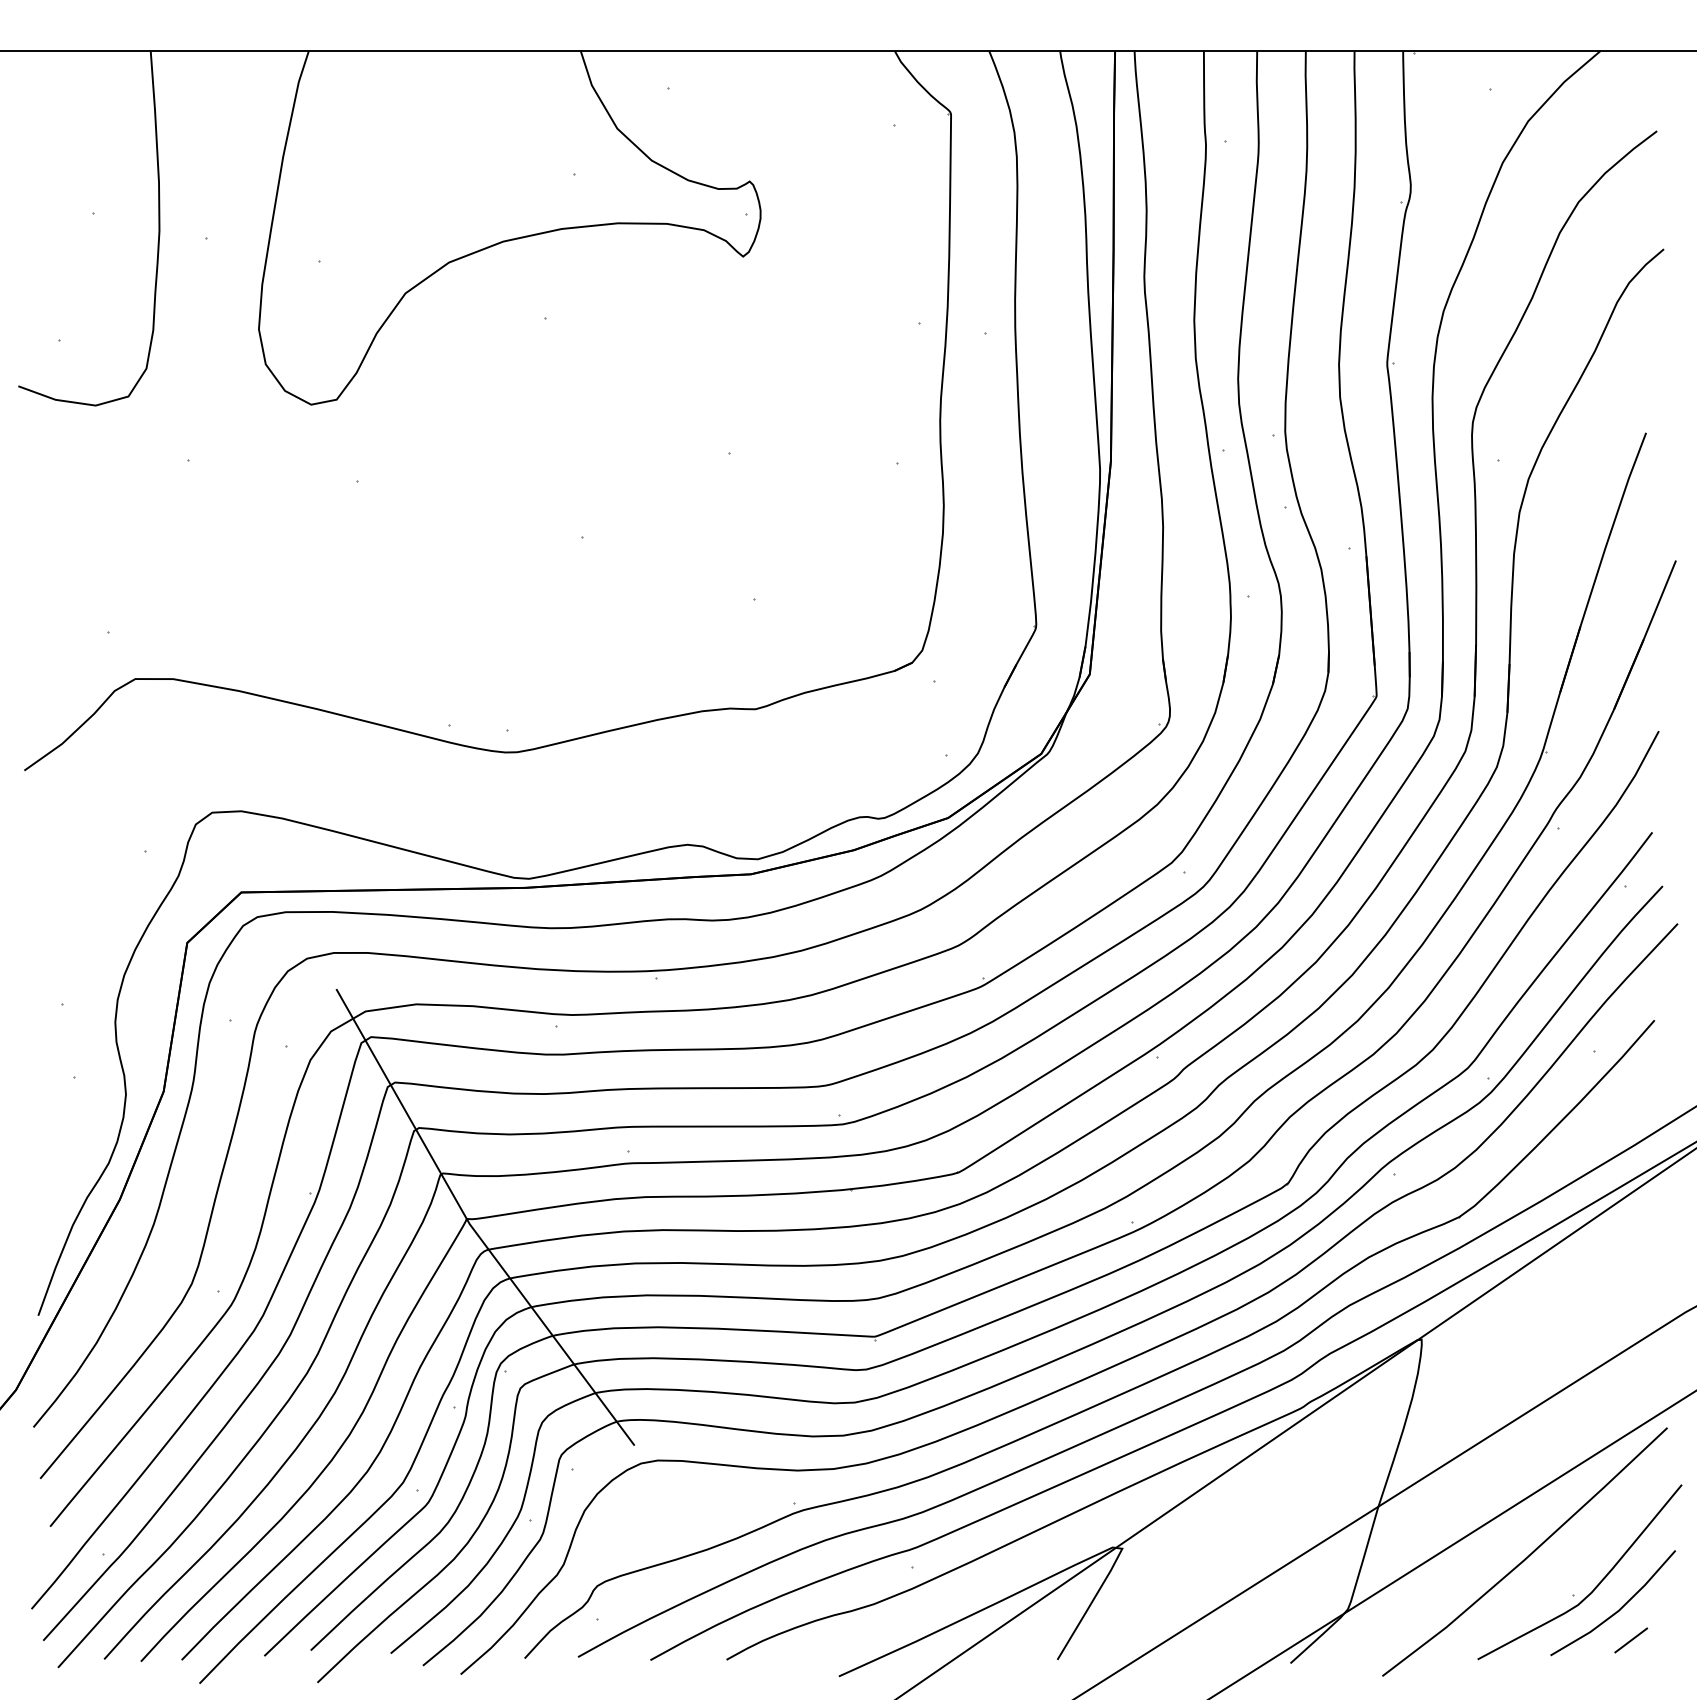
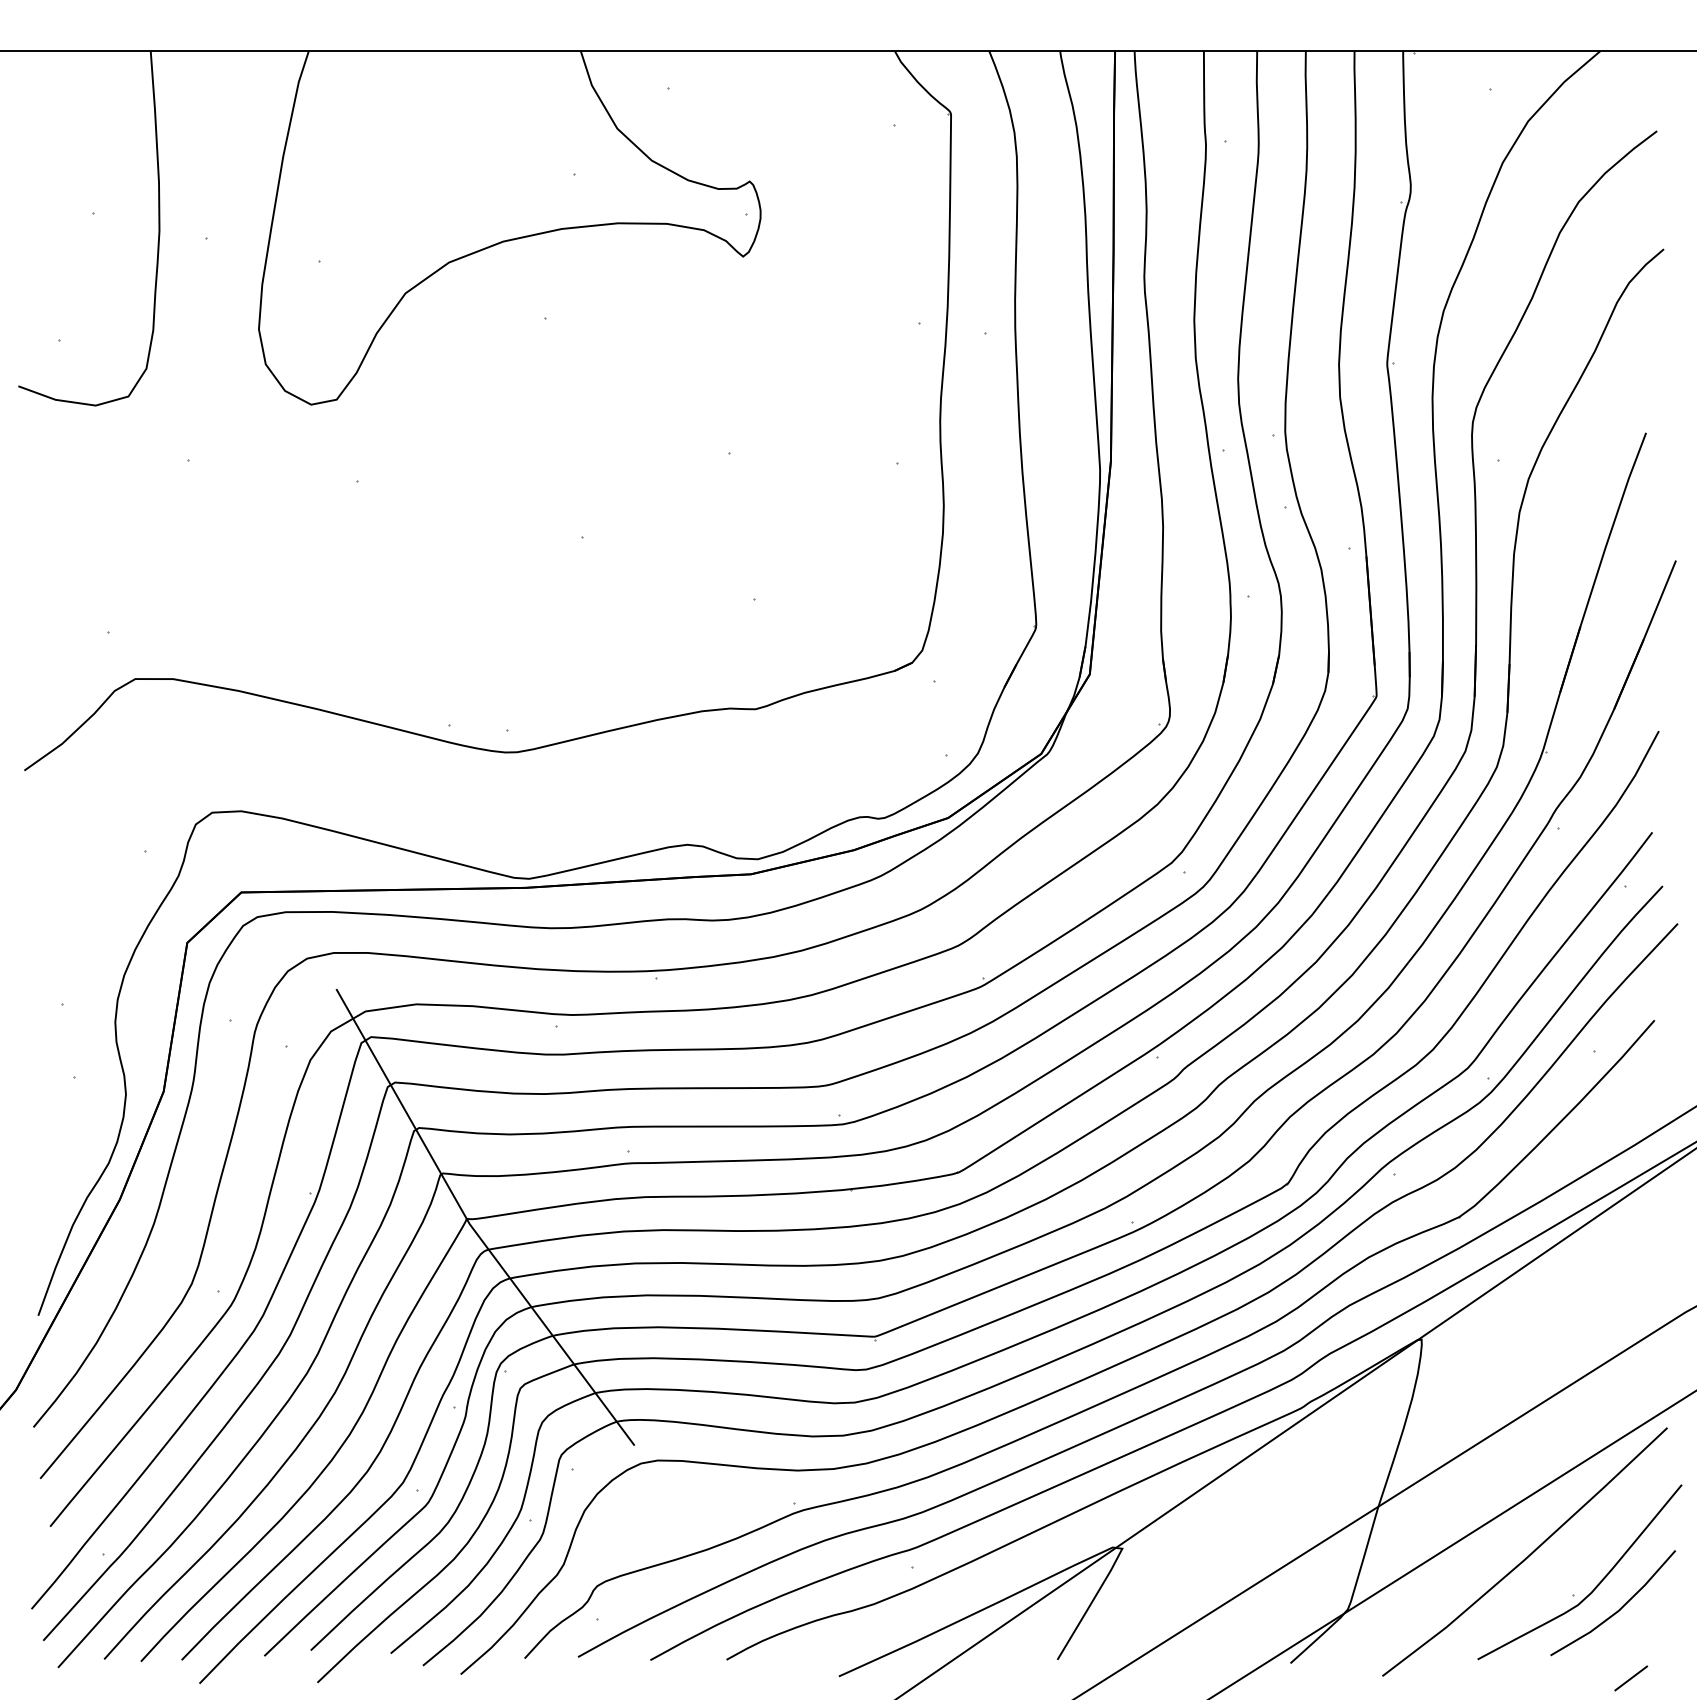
line at (1631, 1640) position: (1631, 1640) -> (1631, 1678)
